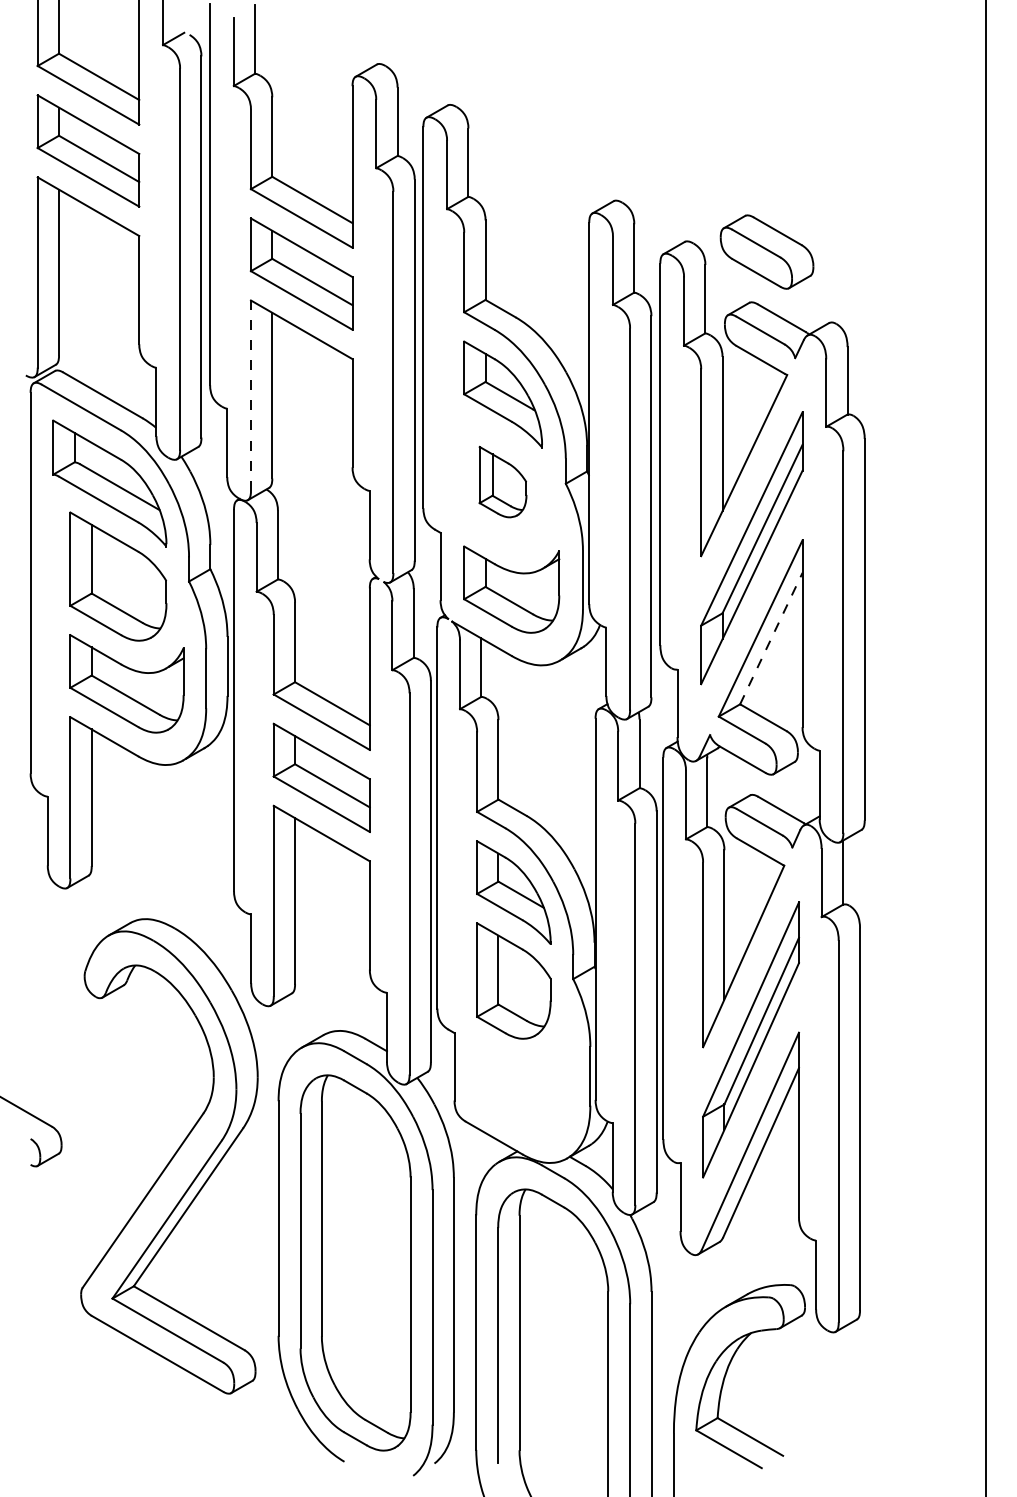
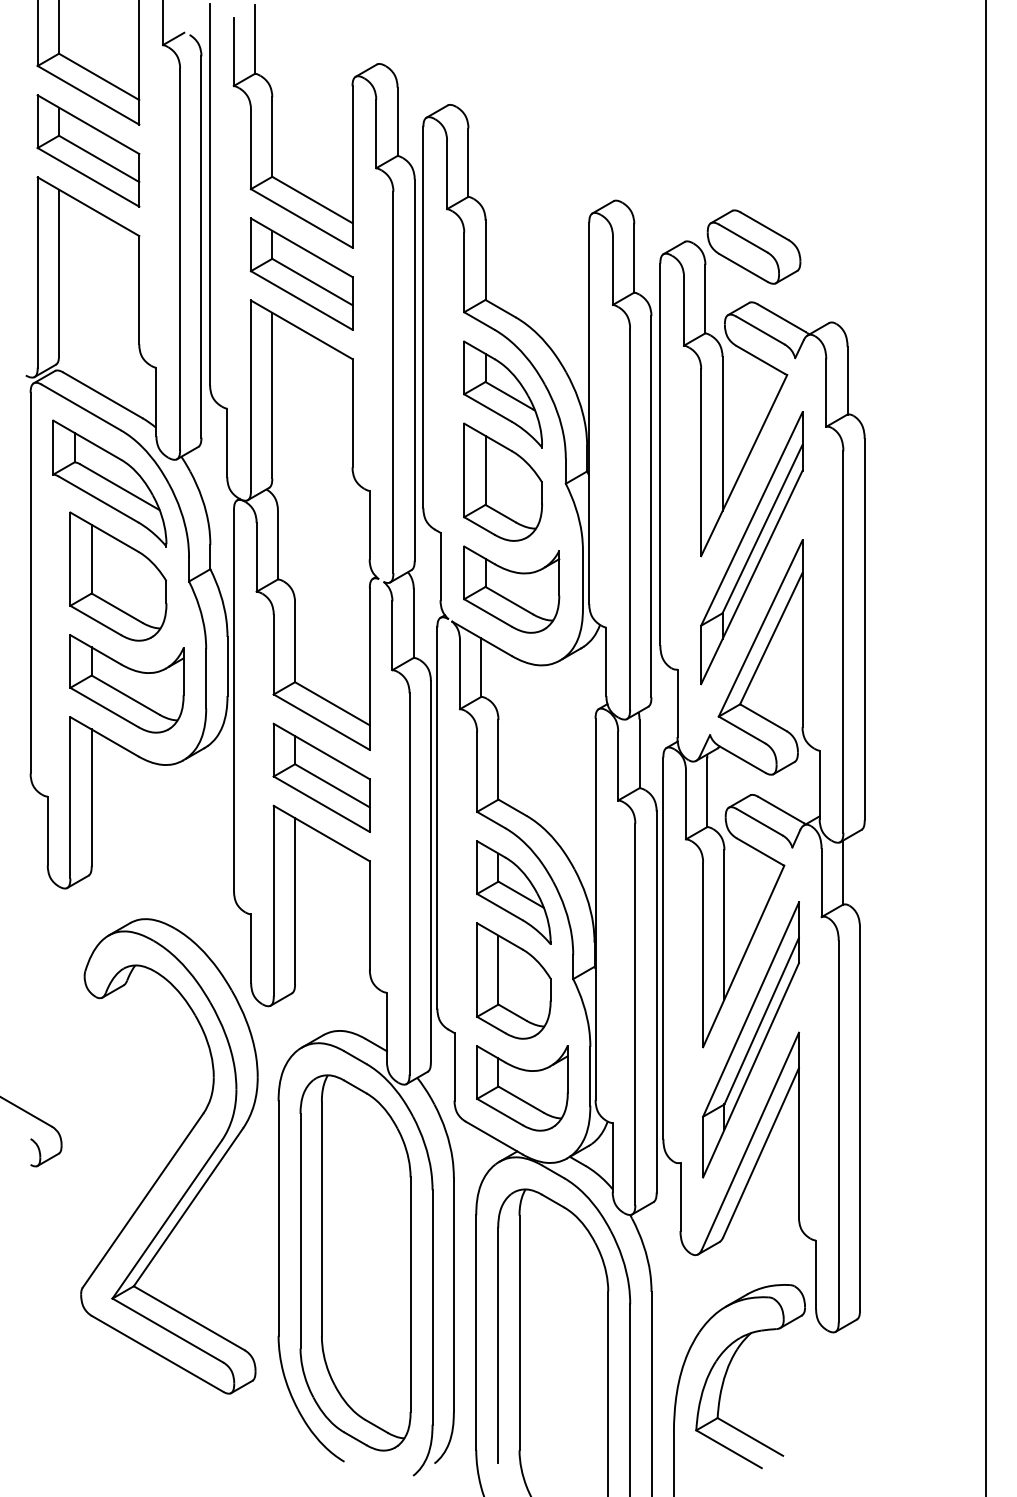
part at (766, 251) position: (766, 251) -> (753, 246)
line at (250, 395): dashed -> solid
part at (502, 481) size: 50x74 px -> 80x120 px
line at (771, 638): dashed -> solid
part at (522, 1088): none -> present
